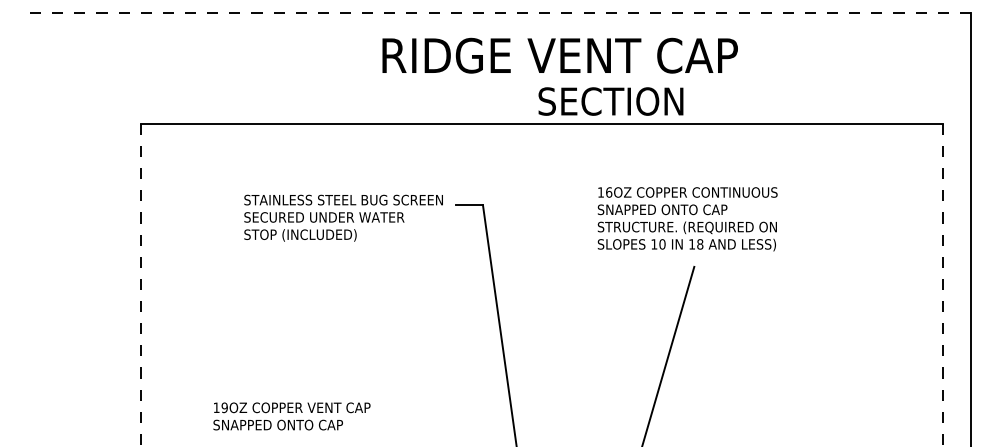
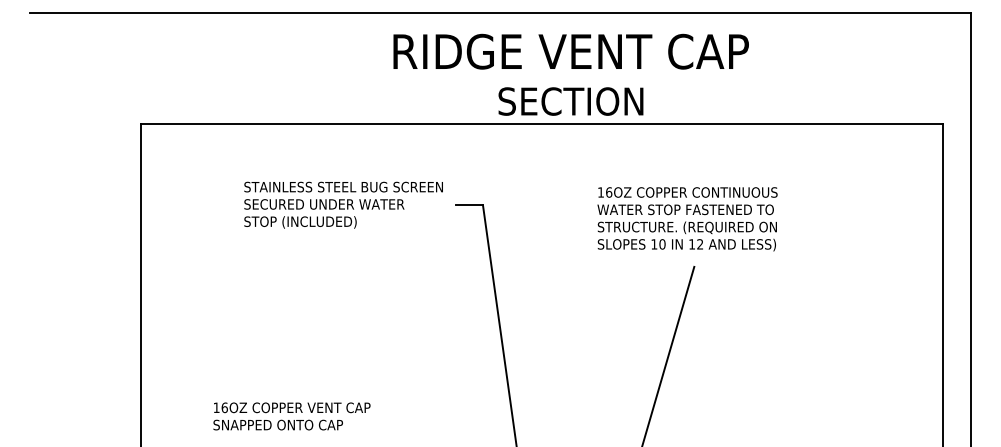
line at (500, 13): dashed -> solid
text at (559, 55) position: (559, 55) -> (570, 51)
text at (610, 101) position: (610, 101) -> (570, 101)
text at (685, 209): SNAPPED ONTO CAP -> WATER STOP FASTENED TO
text at (343, 217) position: (343, 217) -> (343, 204)
text at (700, 244): 18 -> 12
line at (943, 284): dashed -> solid
line at (140, 285): dashed -> solid
text at (224, 407): 19OZ -> 16OZ
